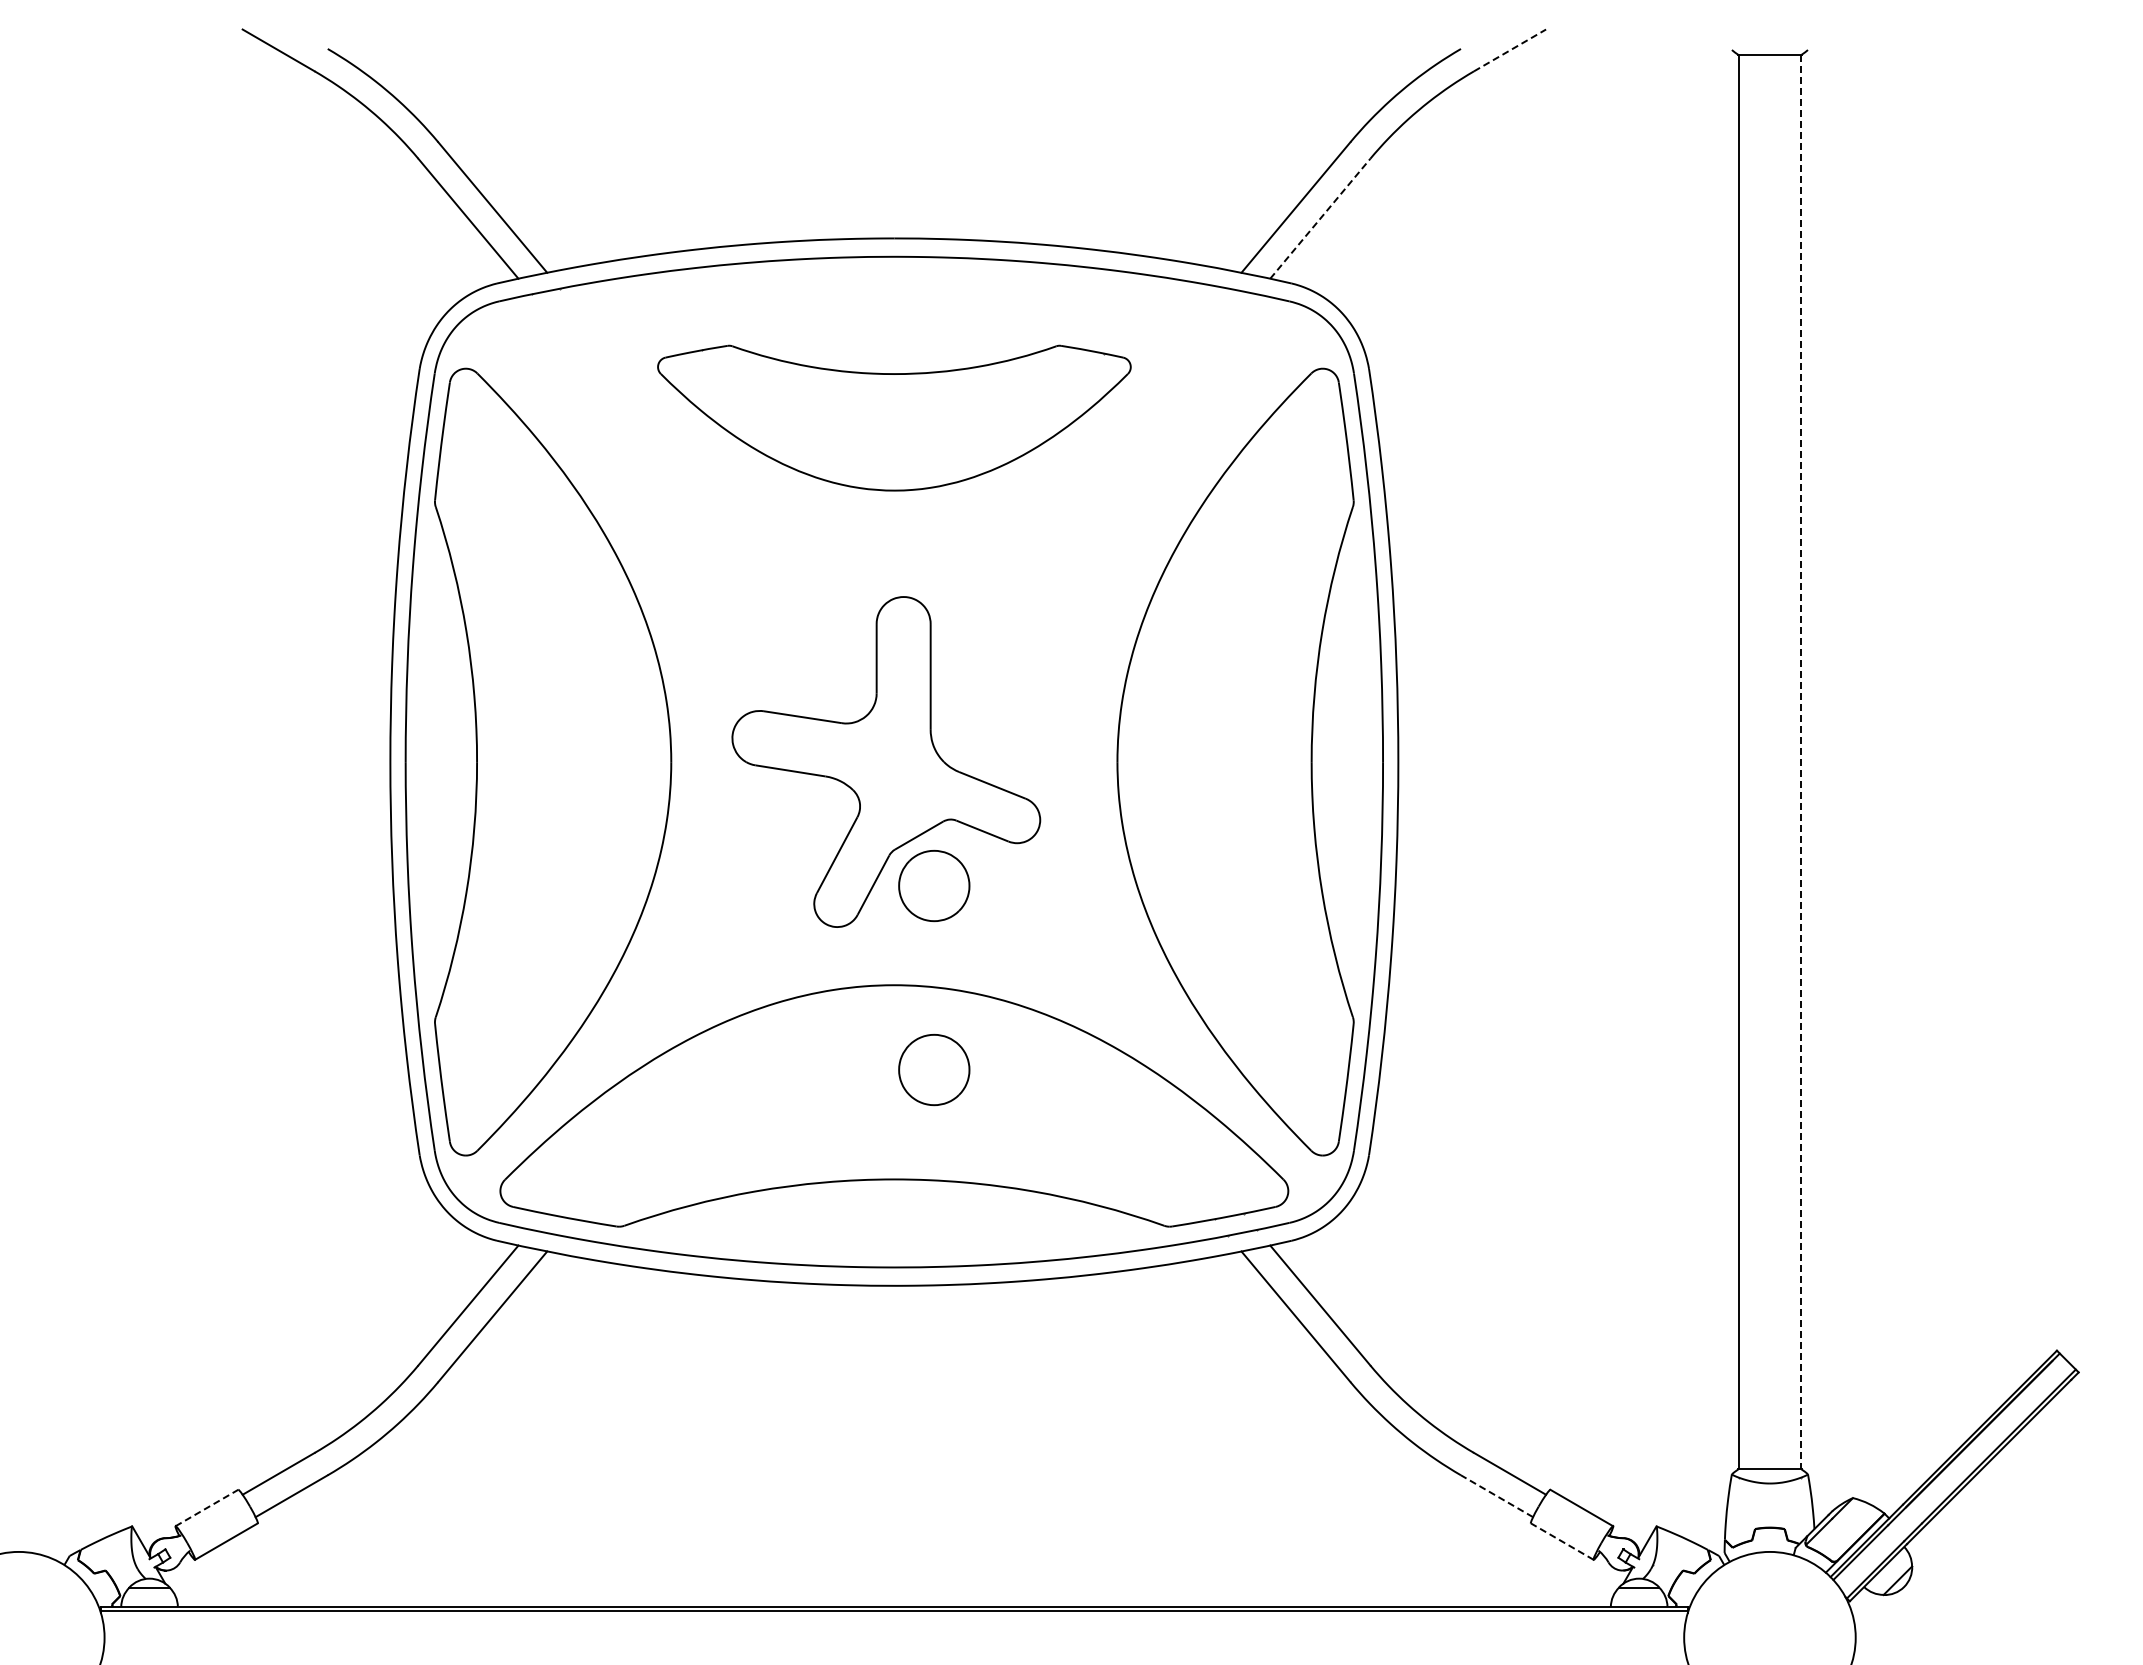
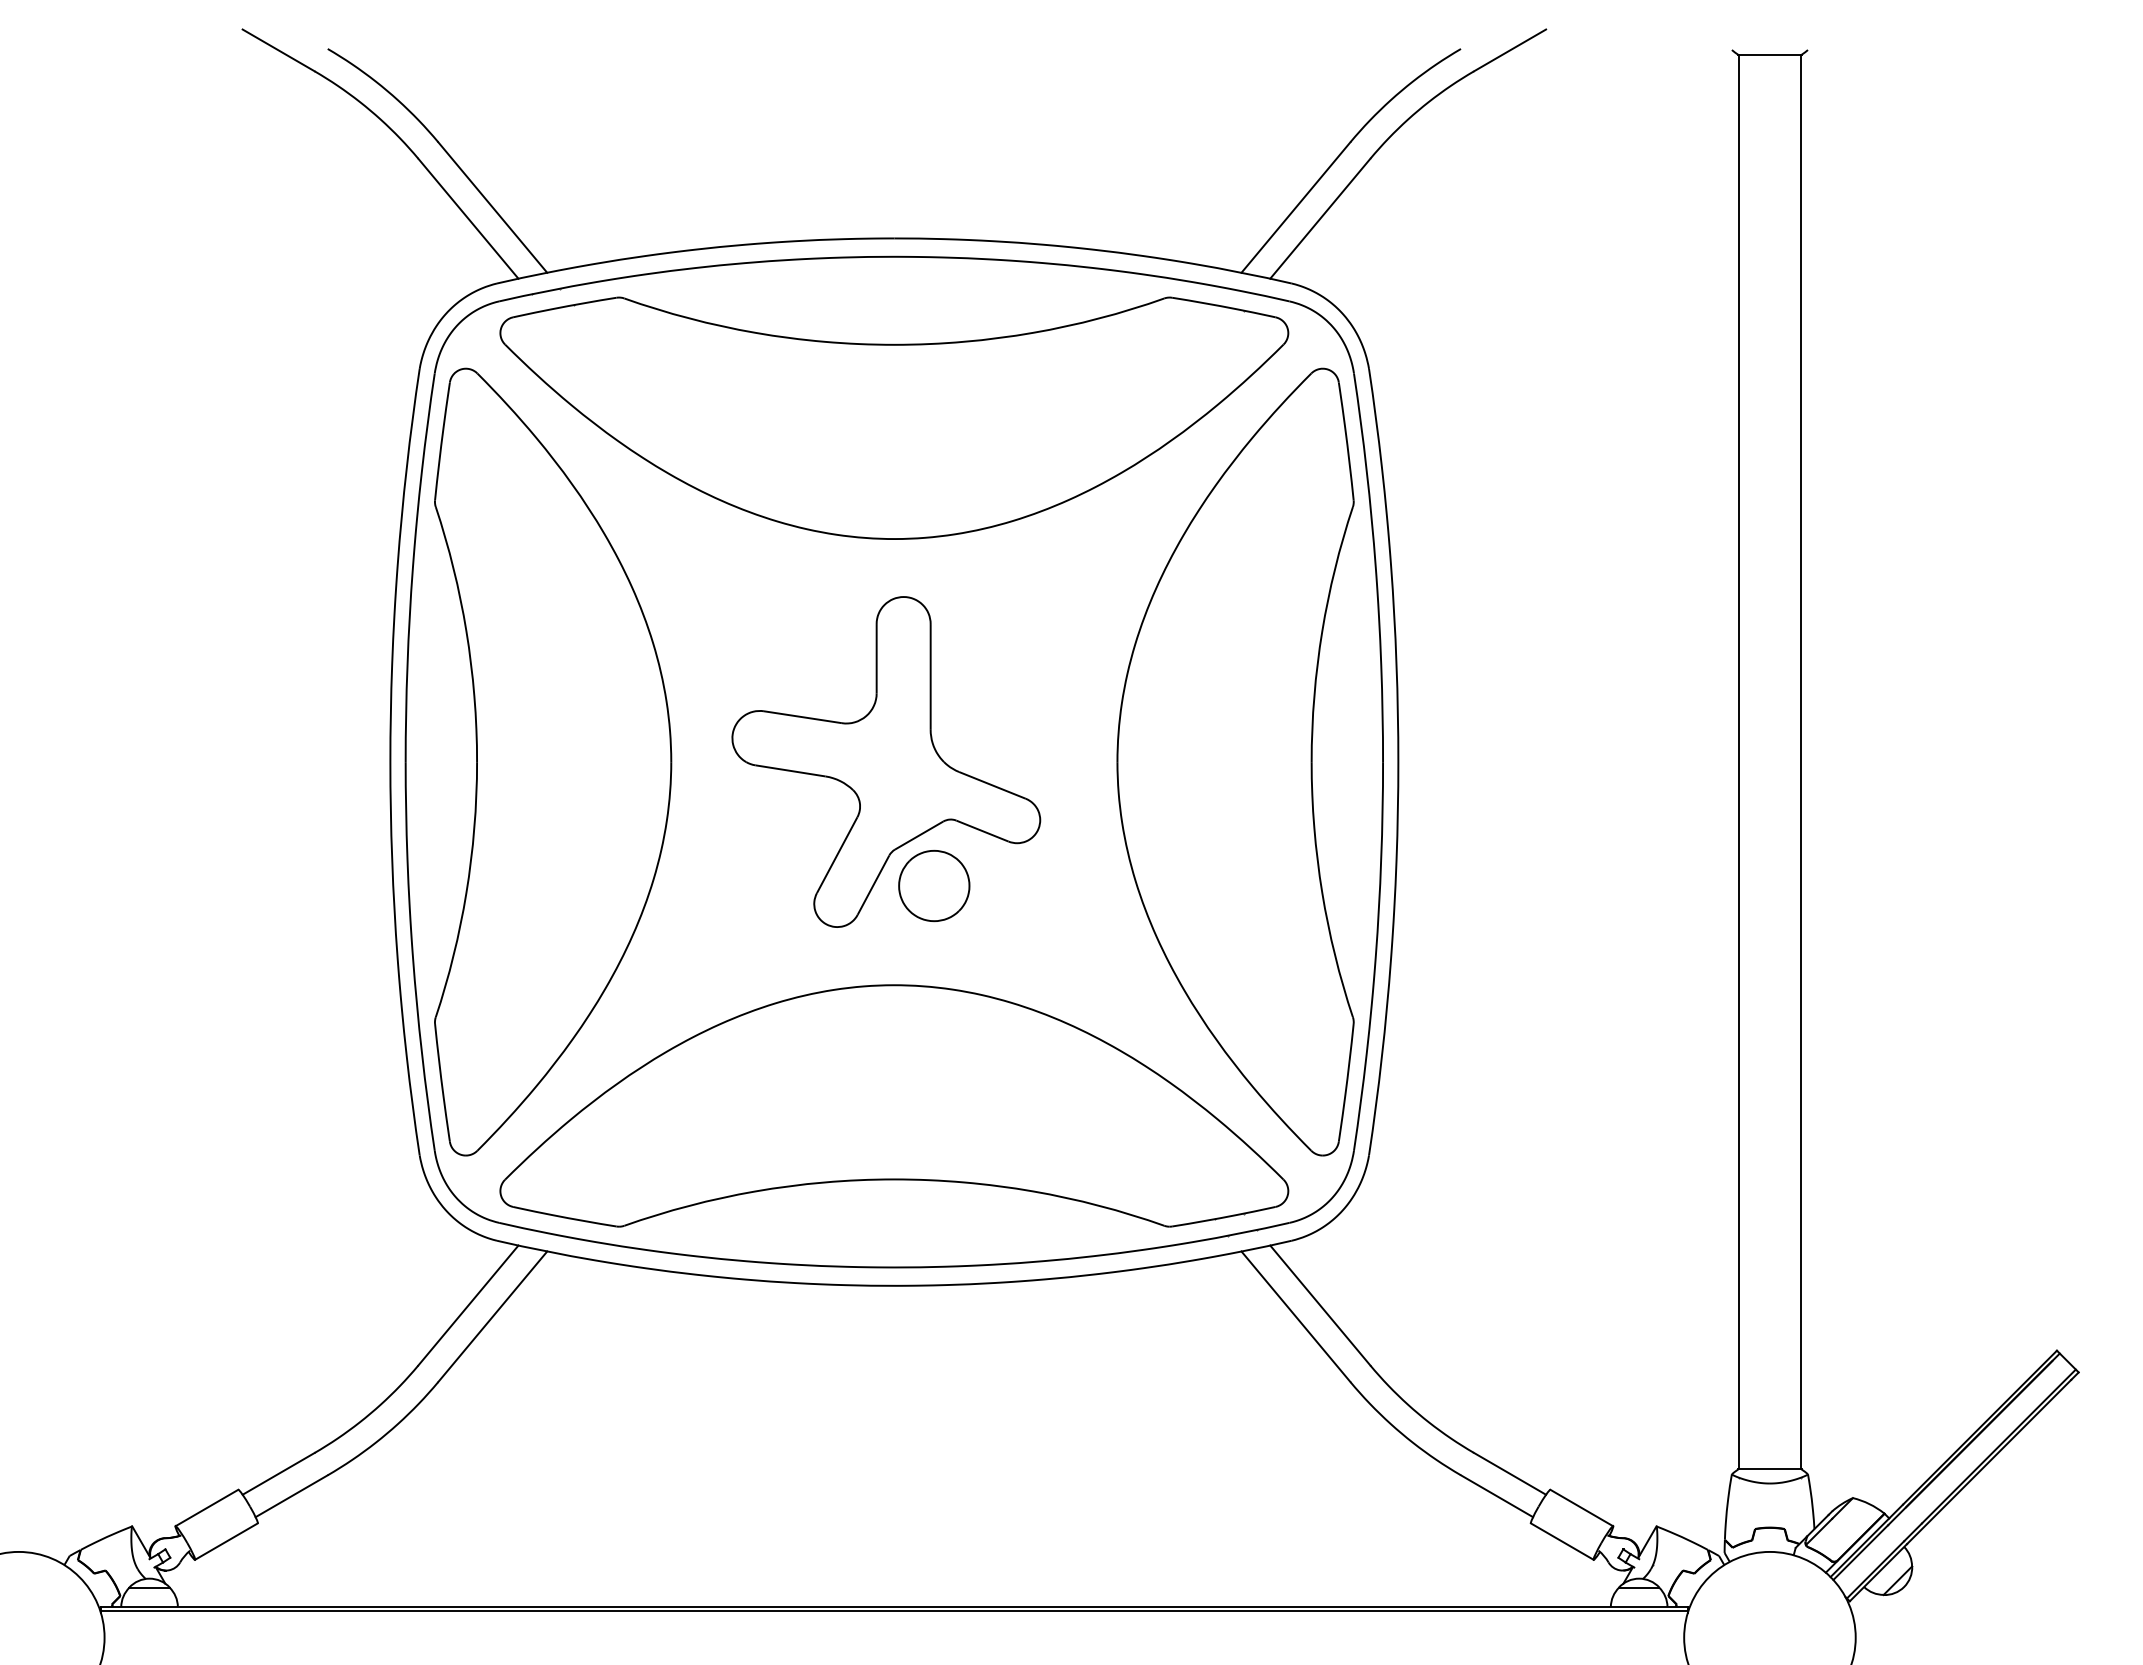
line at (1510, 50): dashed -> solid
line at (1320, 218): dashed -> solid
part at (894, 417) size: 475x148 px -> 791x244 px
line at (1800, 762): dashed -> solid
part at (934, 1070): present -> none
line at (1497, 1496): dashed -> solid
line at (207, 1507): dashed -> solid
line at (1561, 1541): dashed -> solid
